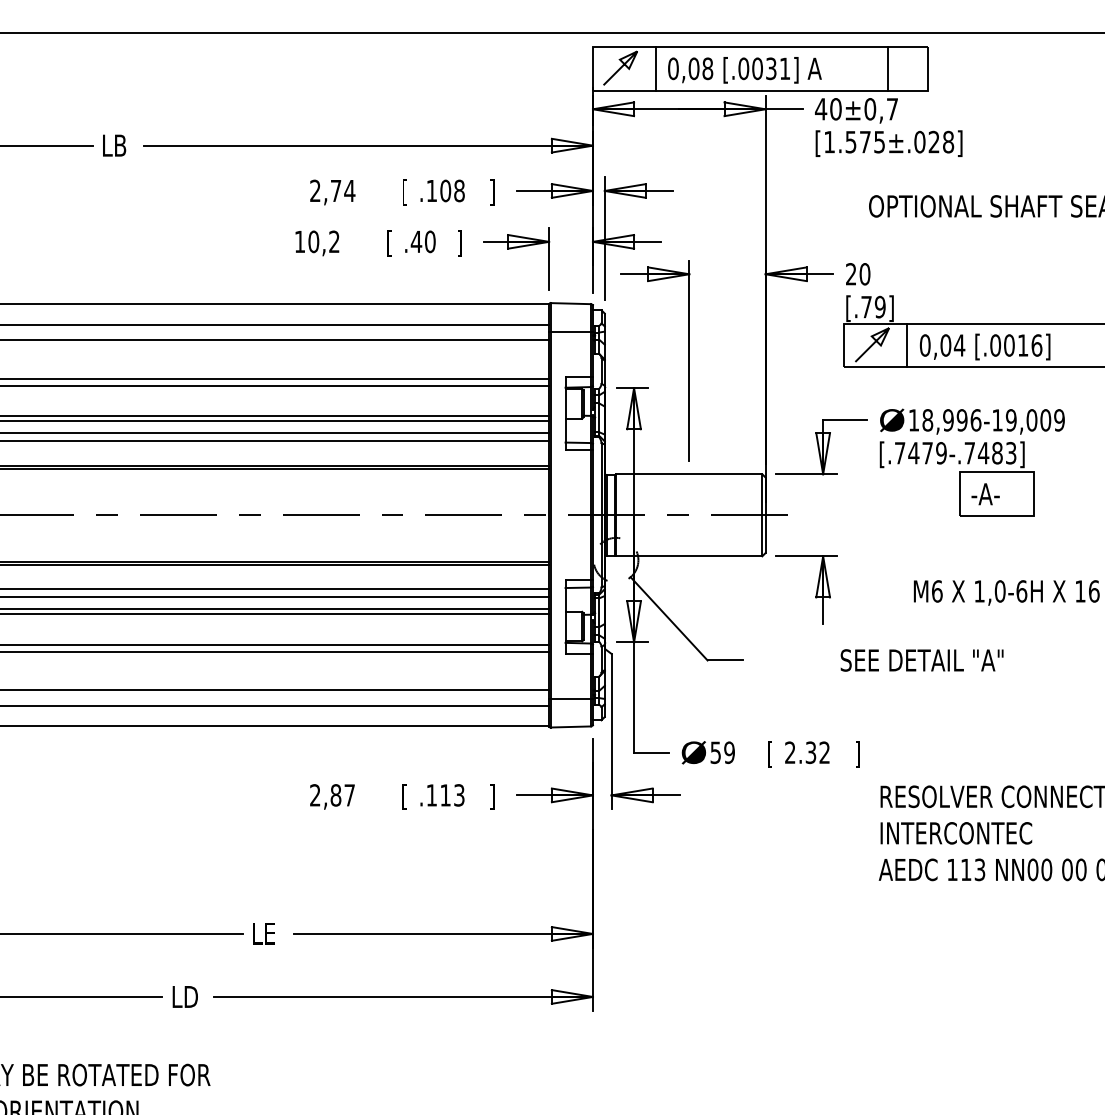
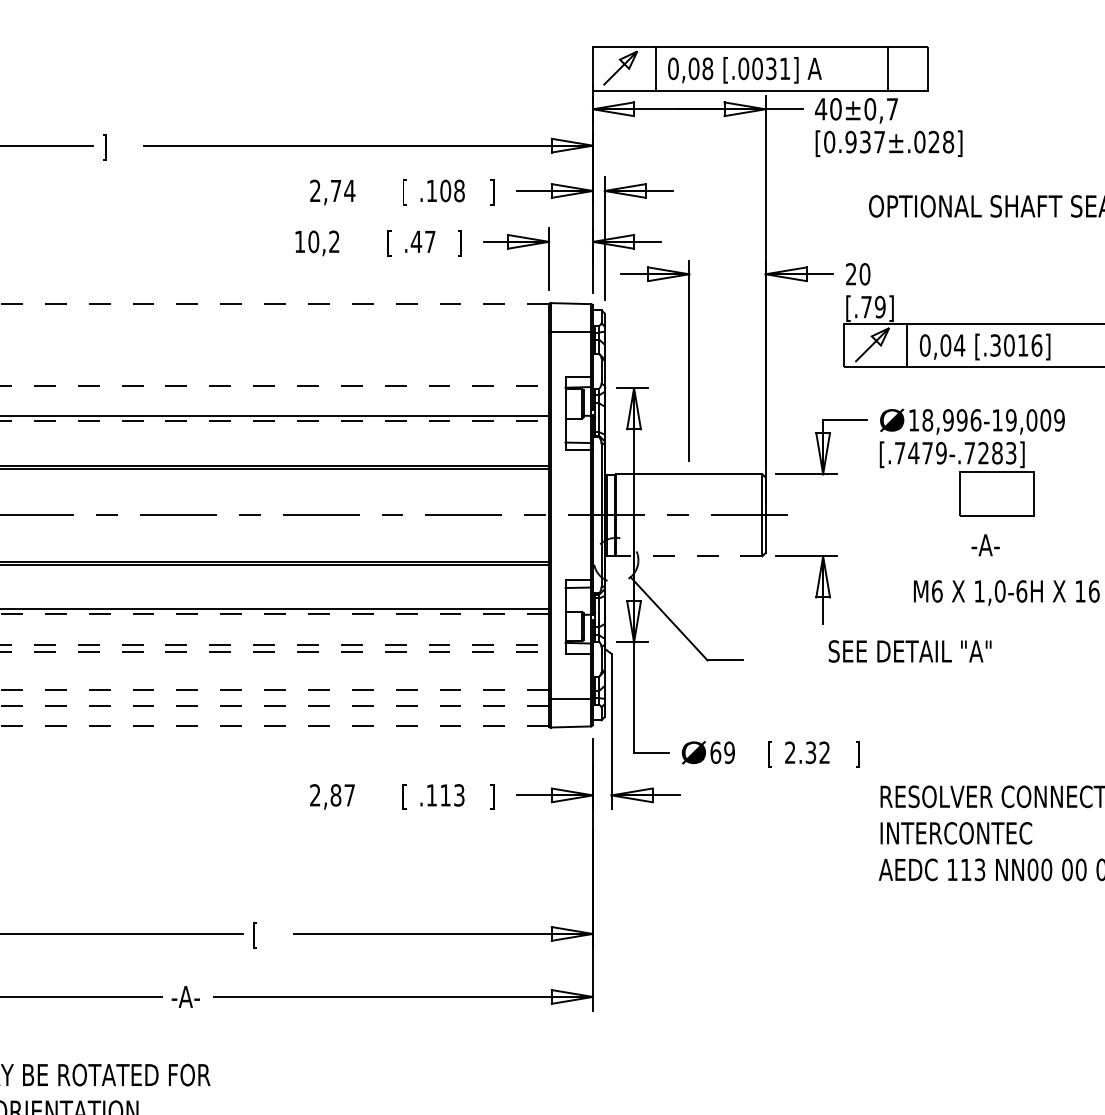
line at (551, 33): present -> none
text at (854, 141): [1.575±.028] -> [0.937±.028]
text at (114, 147): LB -> ]
text at (430, 241): .40 -> .47
line at (274, 304): solid -> dashed
line at (275, 324): present -> none
line at (275, 340): present -> none
text at (995, 345): [.0016] -> [.3016]
line at (275, 378): present -> none
line at (275, 385): solid -> dashed
line at (275, 421): solid -> dashed
line at (275, 433): present -> none
line at (275, 441): present -> none
text at (983, 453): [.7479-.7483] -> [.7479-.7283]
text at (985, 494) position: (985, 494) -> (985, 545)
line at (688, 556): solid -> dashed
line at (275, 589): present -> none
line at (275, 597): present -> none
line at (274, 614): solid -> dashed
line at (275, 644): solid -> dashed
line at (275, 651): solid -> dashed
text at (921, 660) position: (921, 660) -> (909, 651)
line at (274, 690): solid -> dashed
line at (274, 705): solid -> dashed
line at (274, 726): solid -> dashed
text at (715, 752): 59 -> 69
text at (263, 935): LE -> [
text at (185, 996): LD -> -A-
